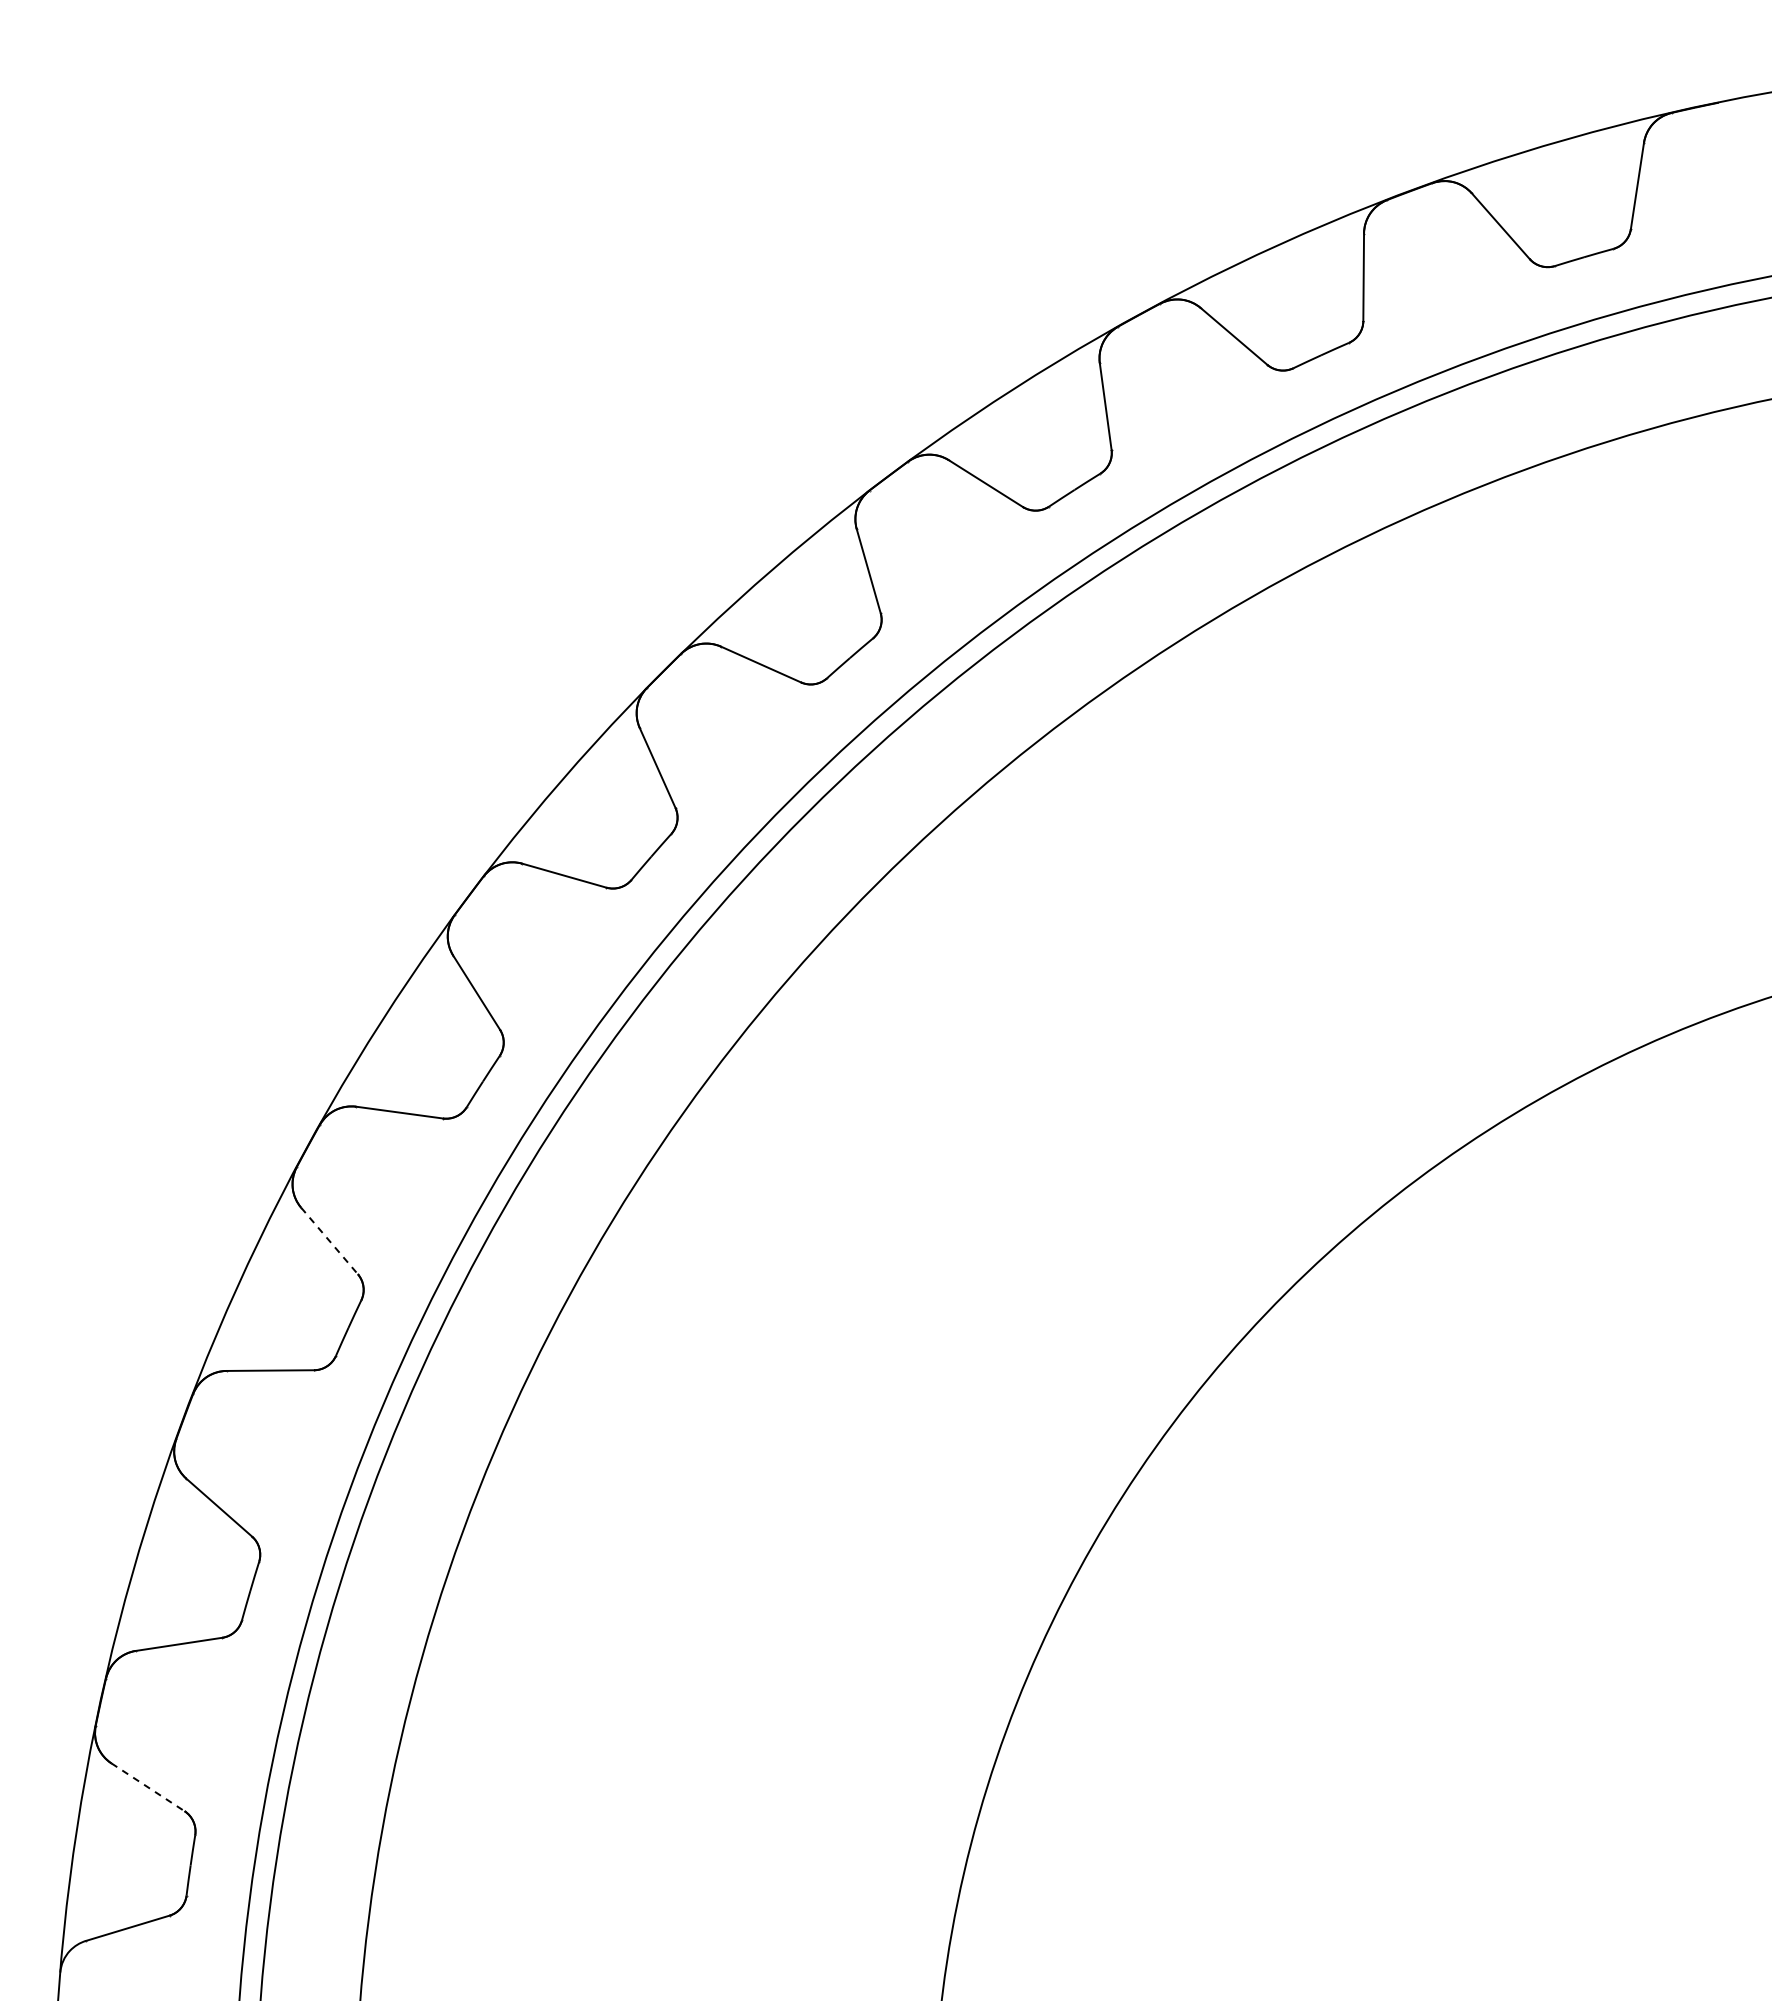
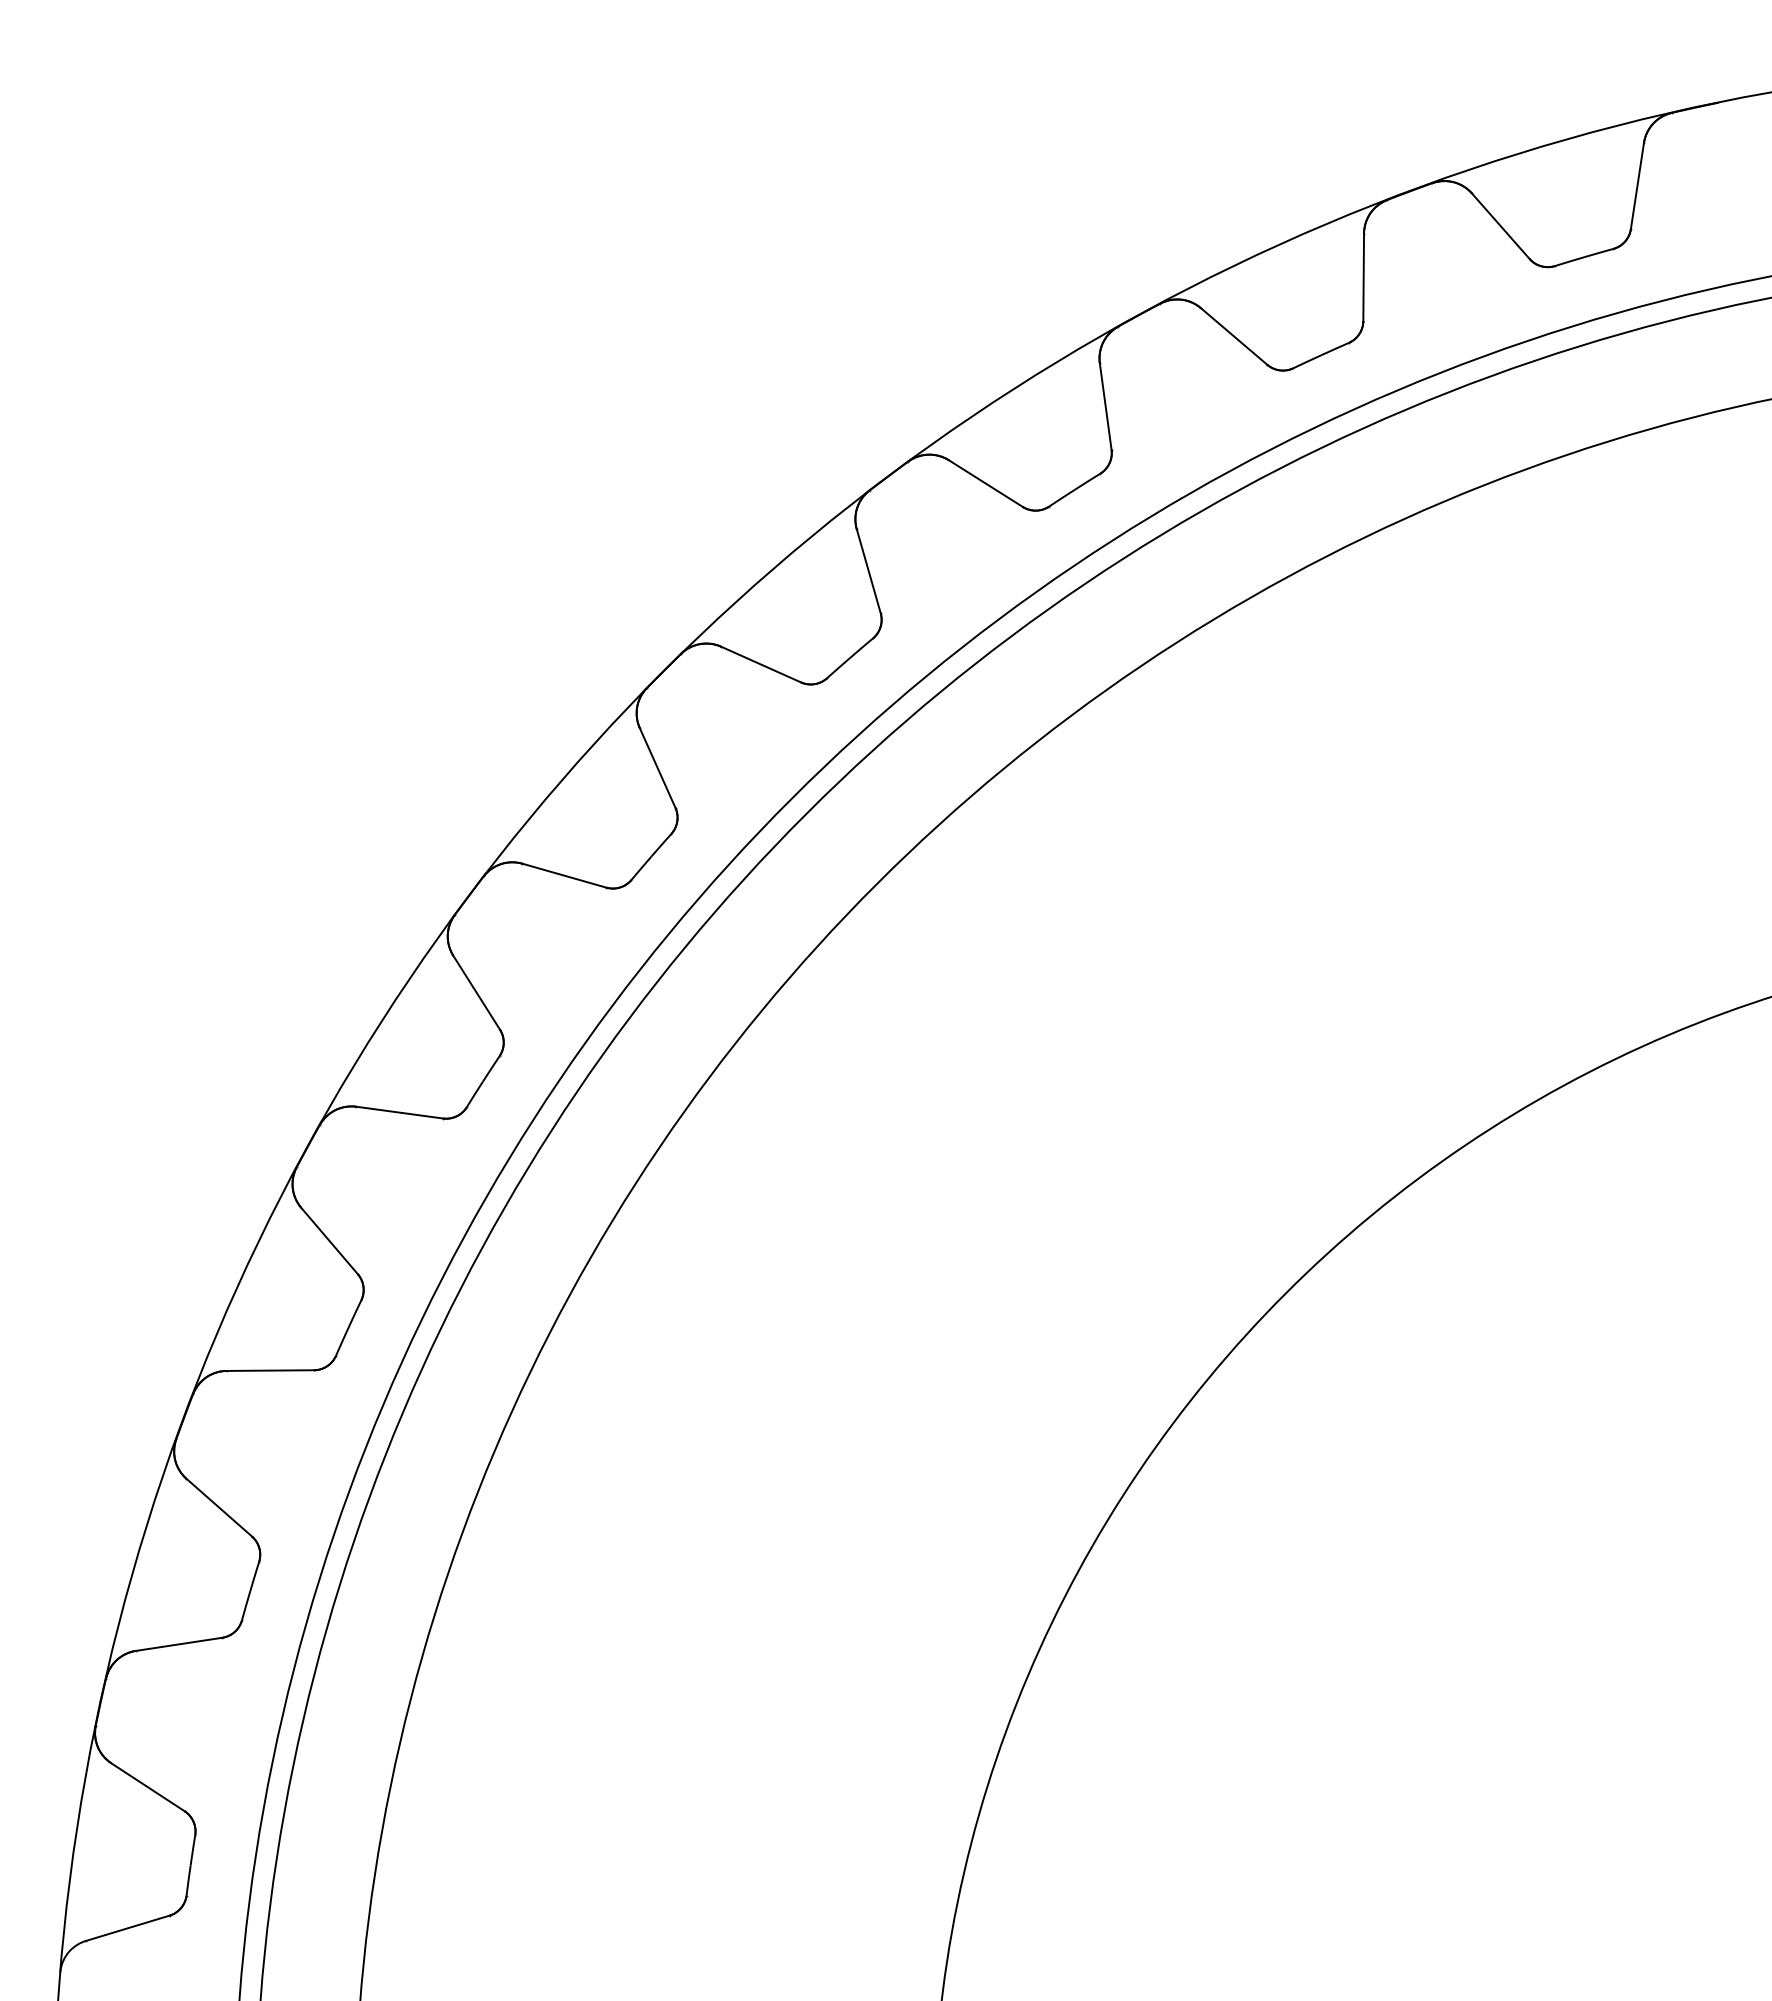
line at (329, 1241): dashed -> solid
line at (148, 1787): dashed -> solid
